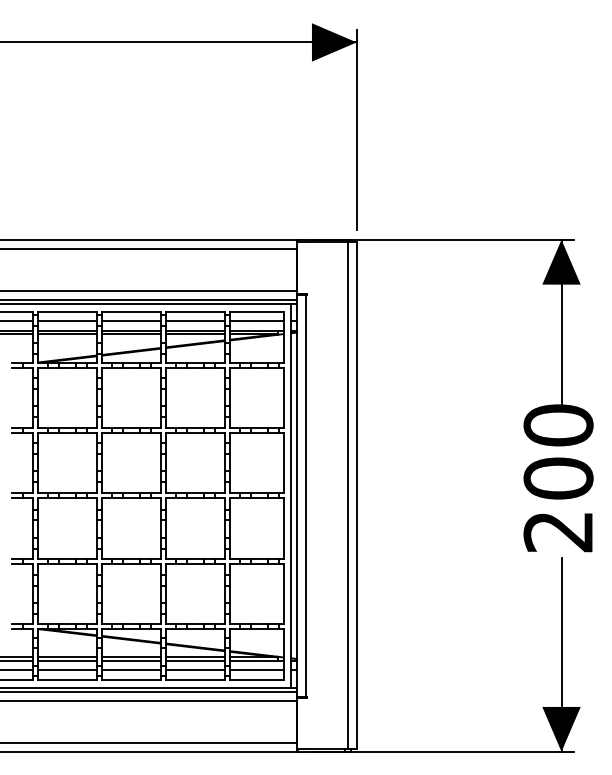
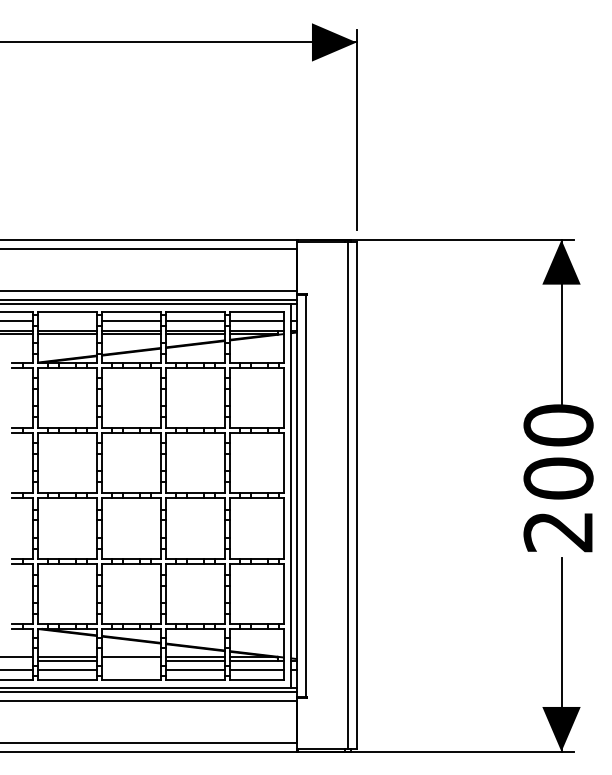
line at (67, 321): present -> none
line at (17, 660): present -> none
line at (131, 660): present -> none
line at (131, 670): present -> none
